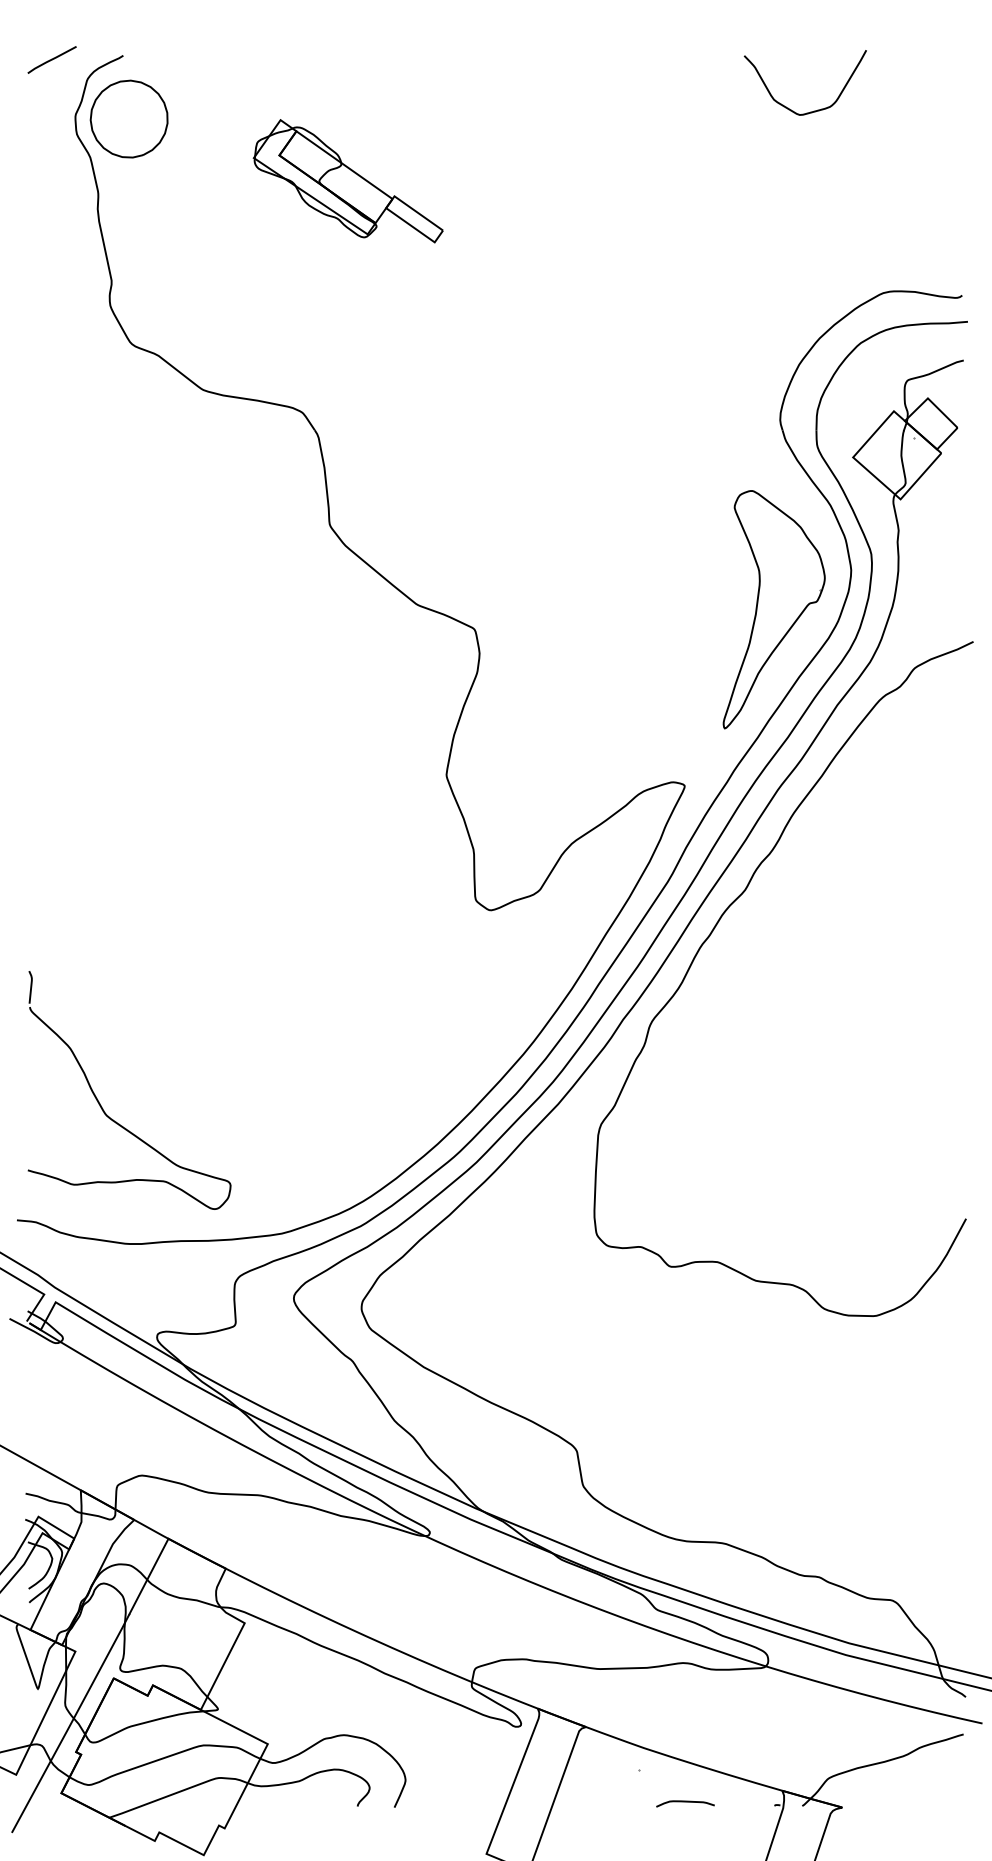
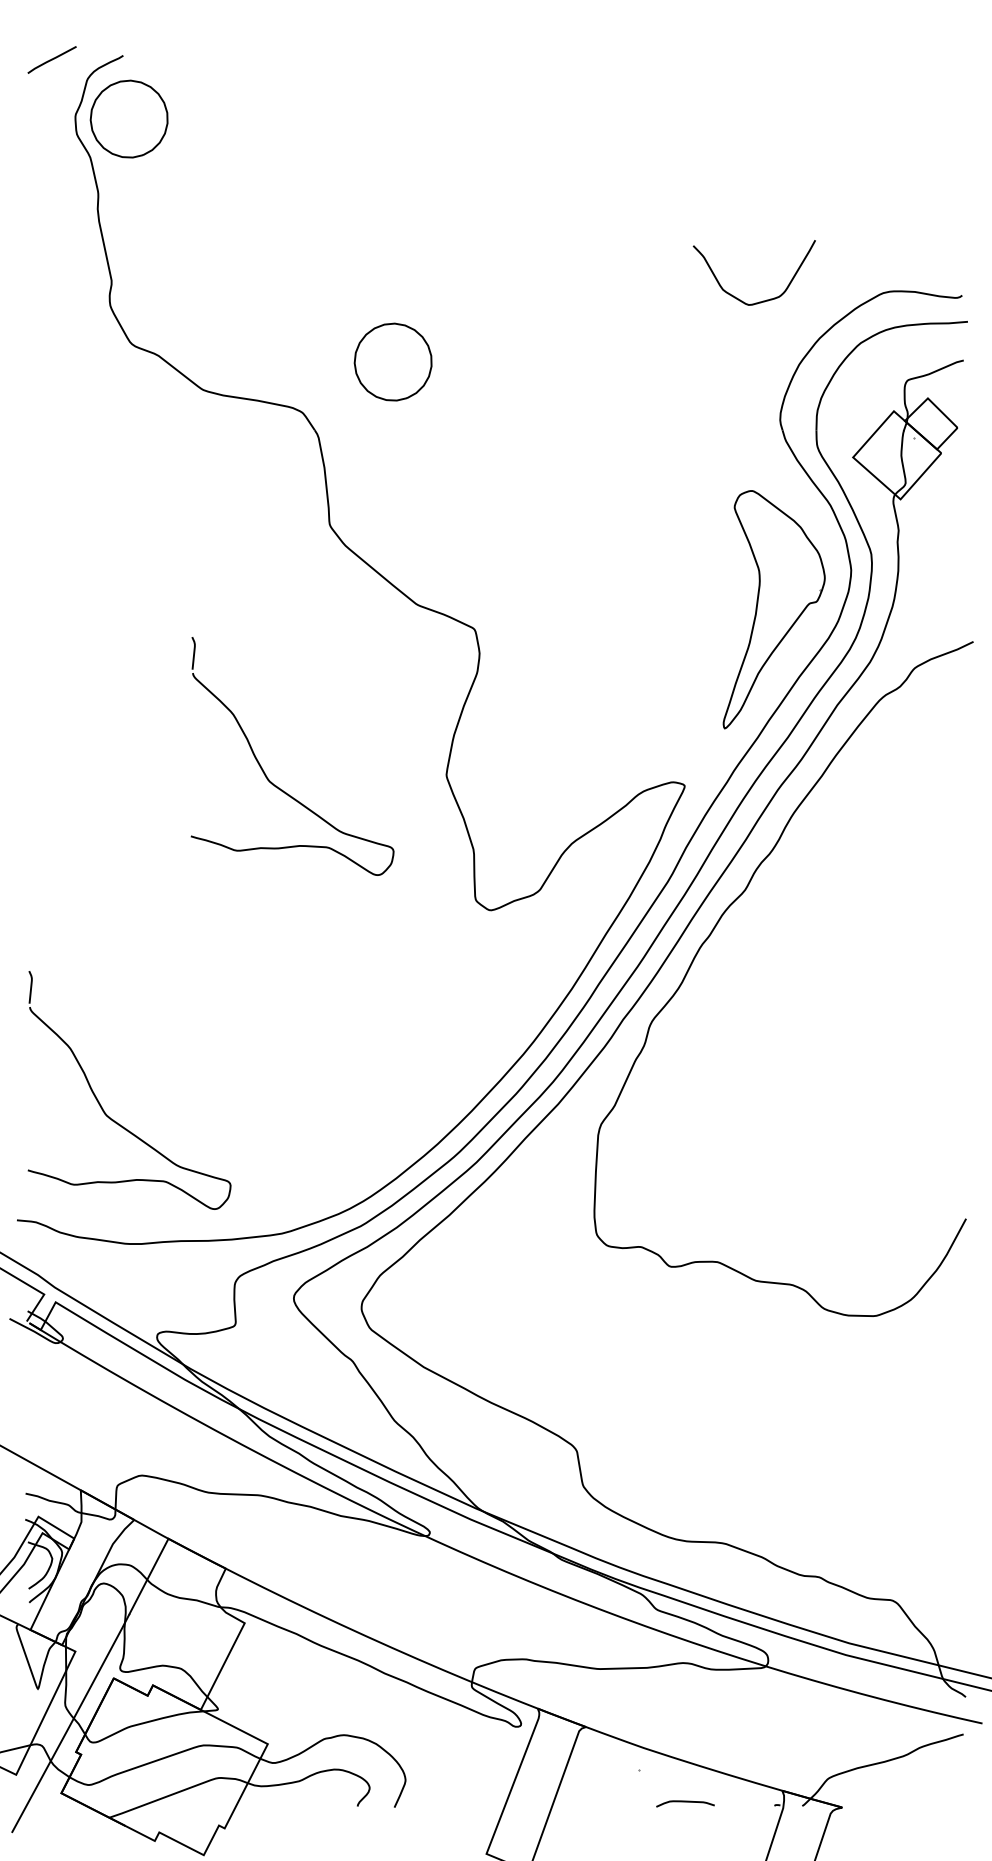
curve at (810, 111) position: (810, 111) -> (759, 301)
part at (347, 181): present -> none
part at (392, 361): none -> present
part at (266, 774): none -> present
